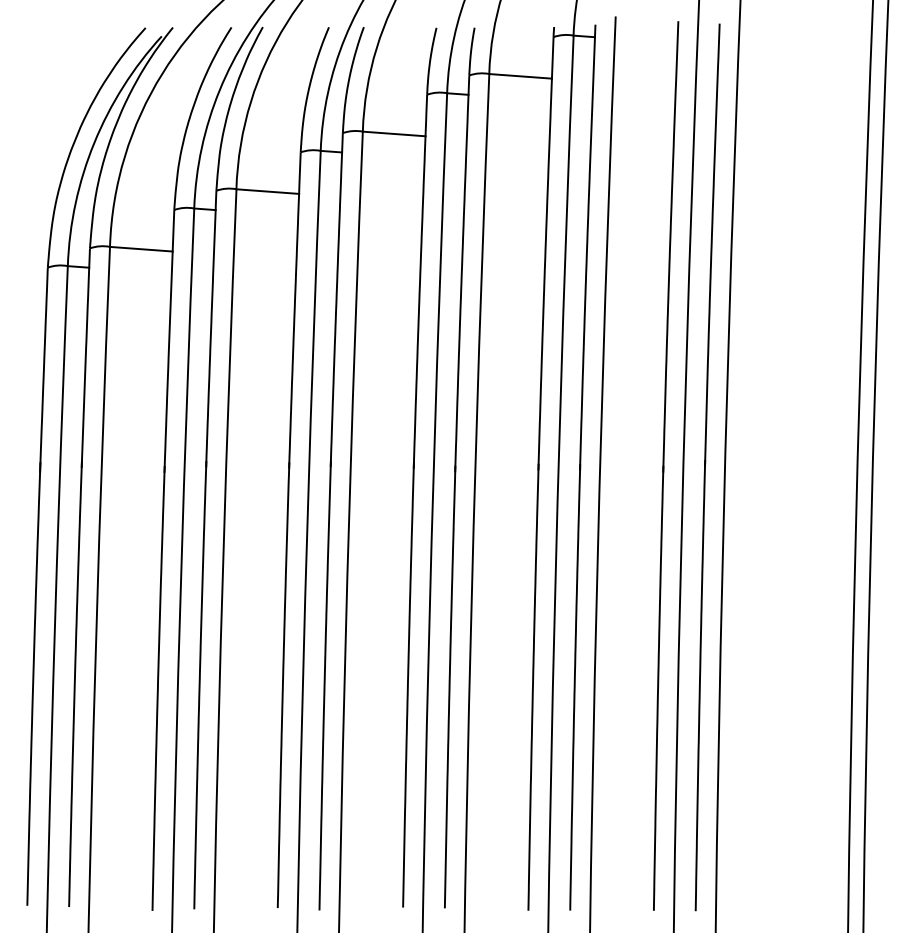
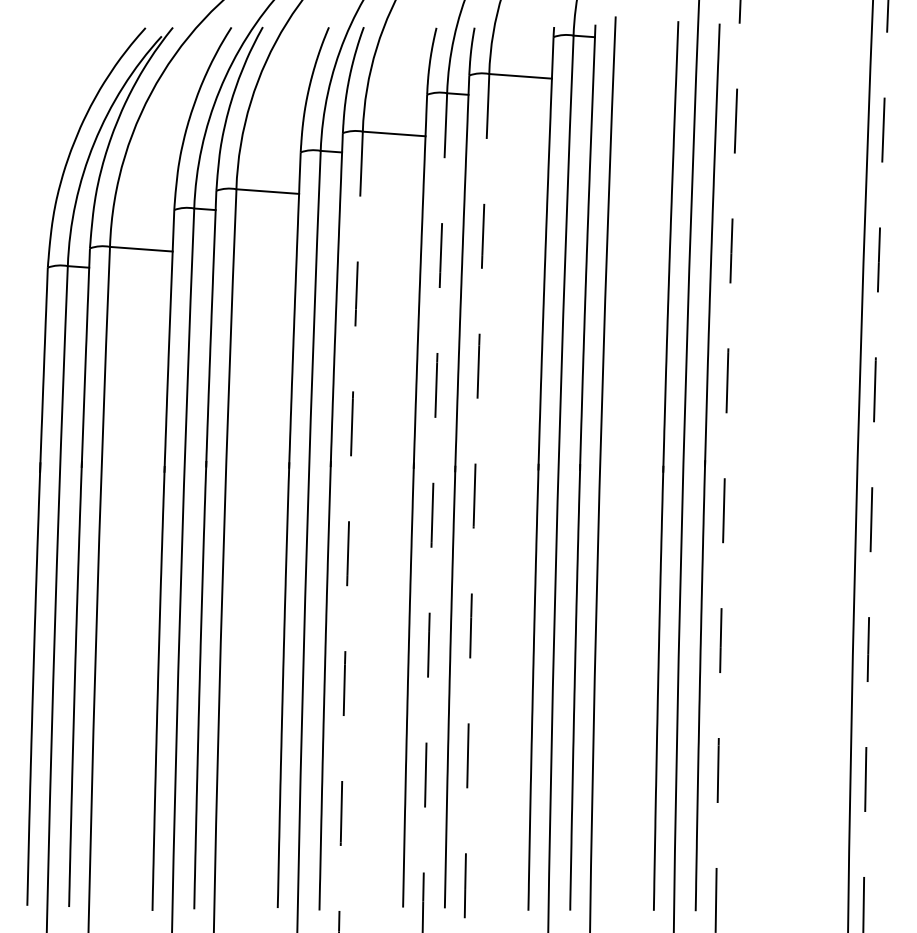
arc at (725, 466): solid -> dashed
arc at (872, 466): solid -> dashed
arc at (474, 503): solid -> dashed
arc at (432, 513): solid -> dashed
arc at (348, 531): solid -> dashed
